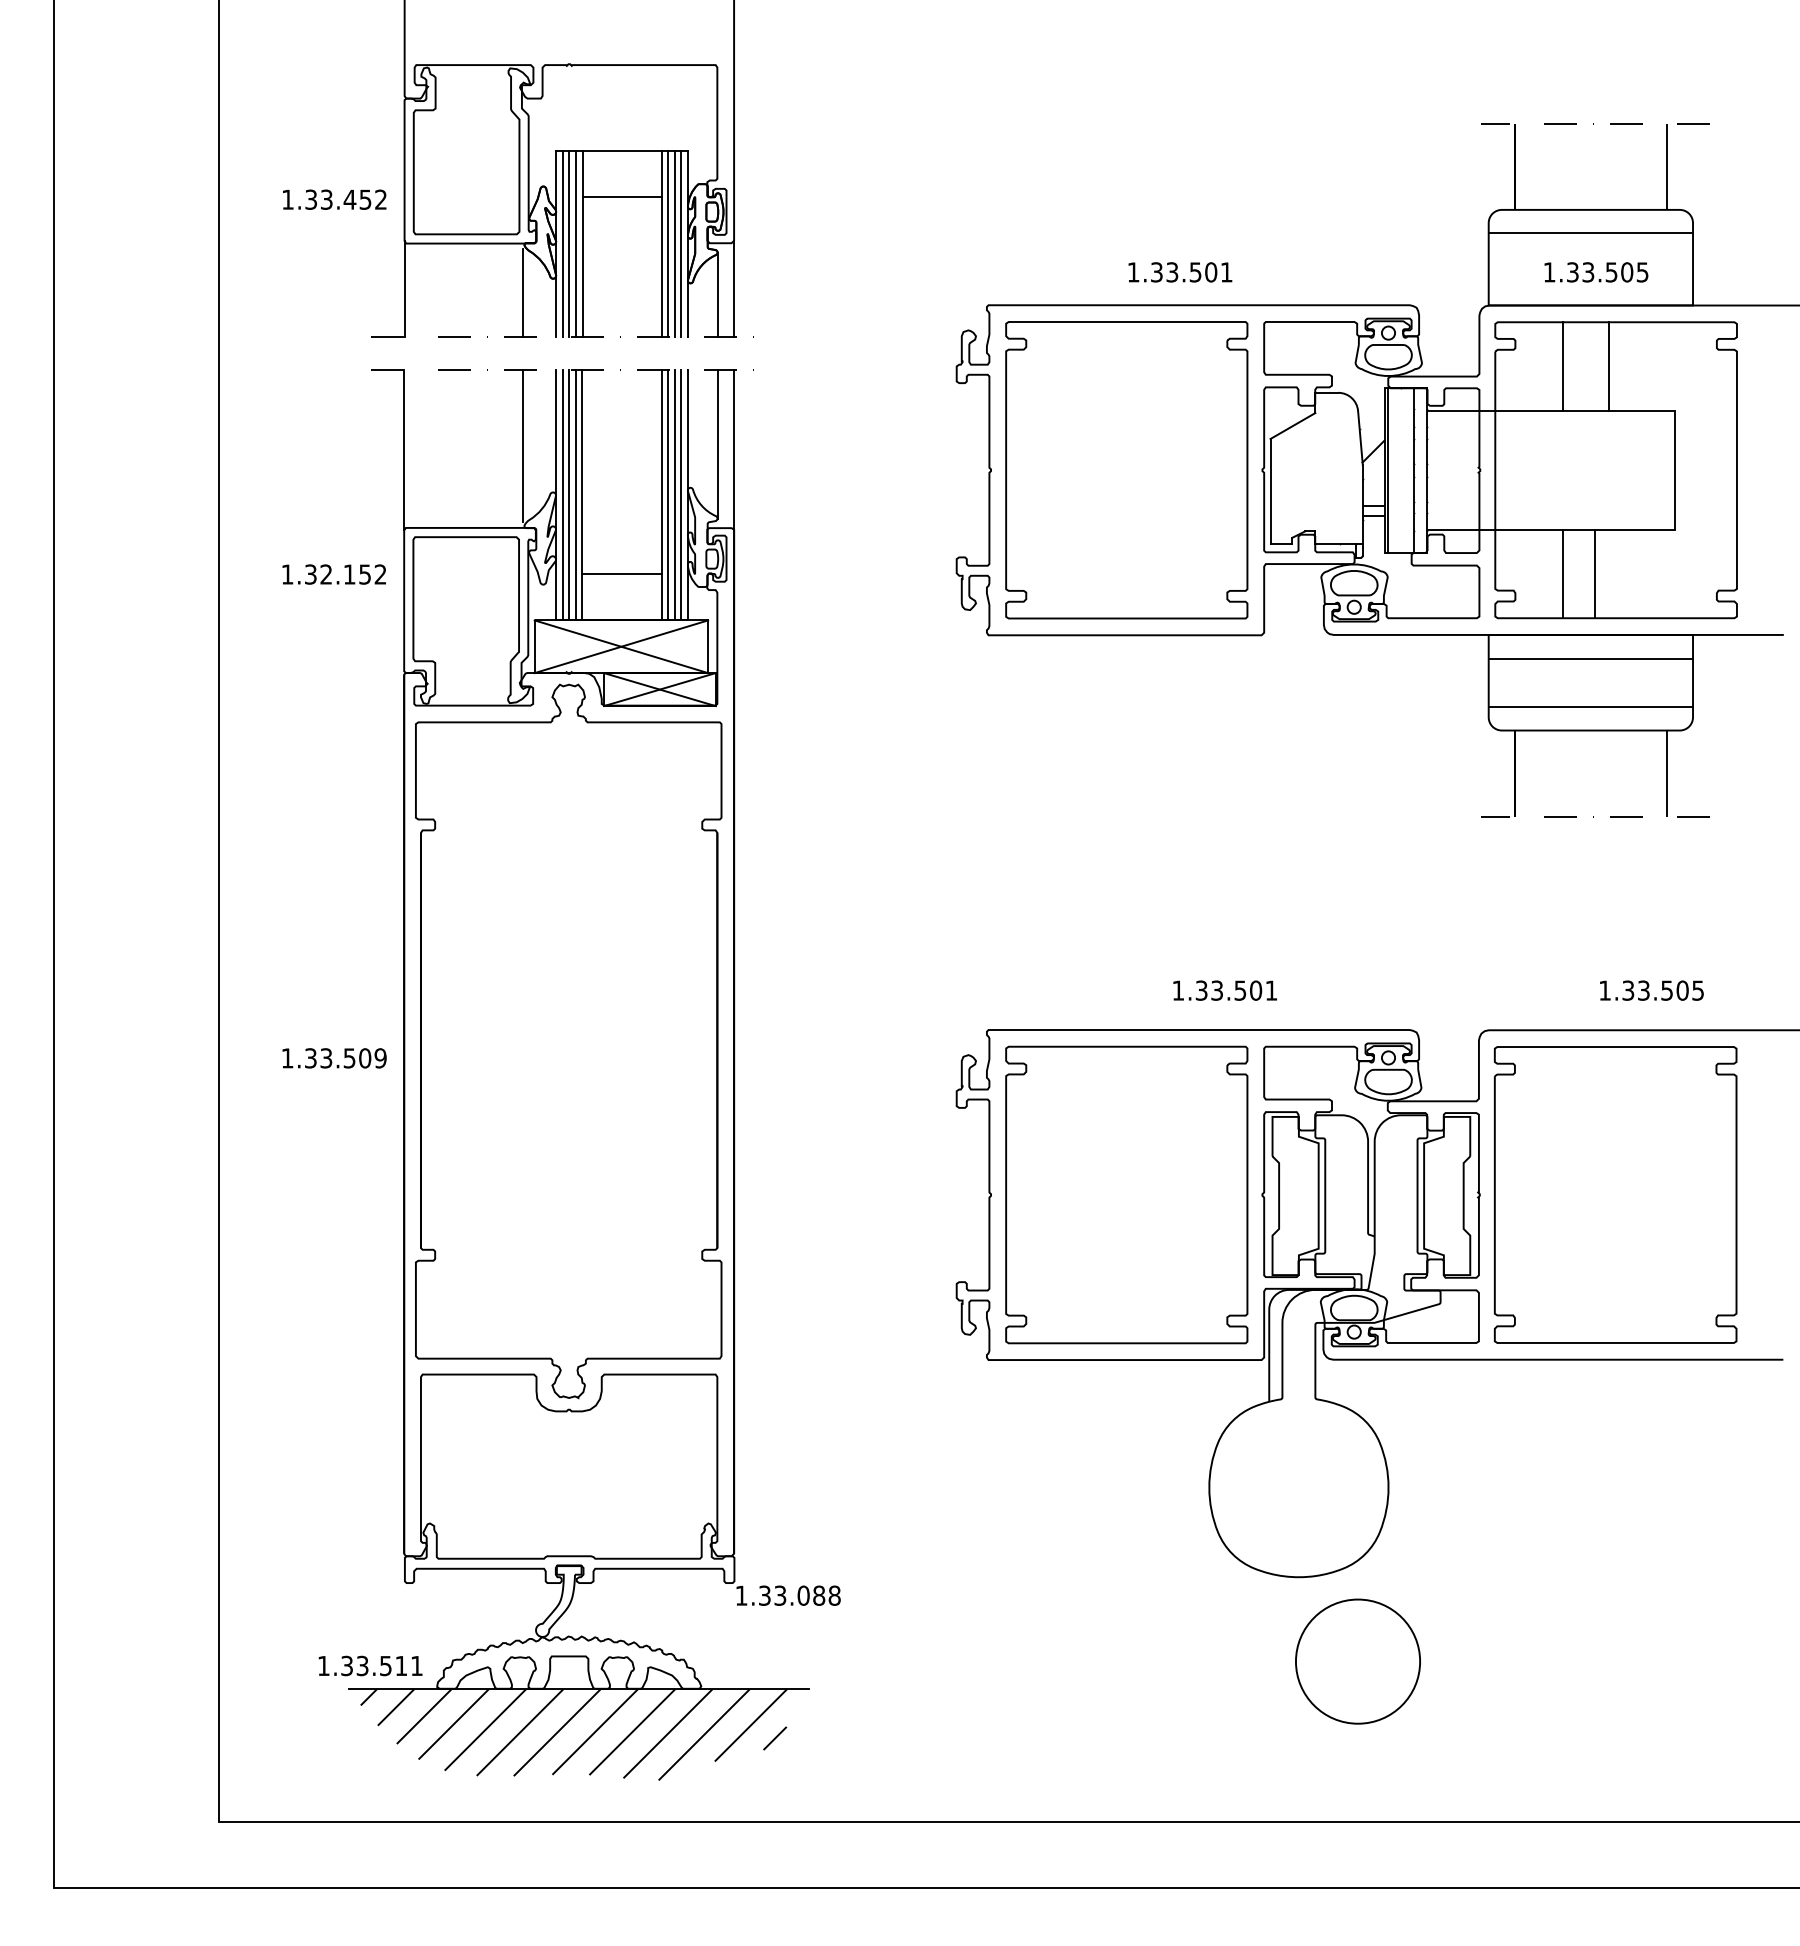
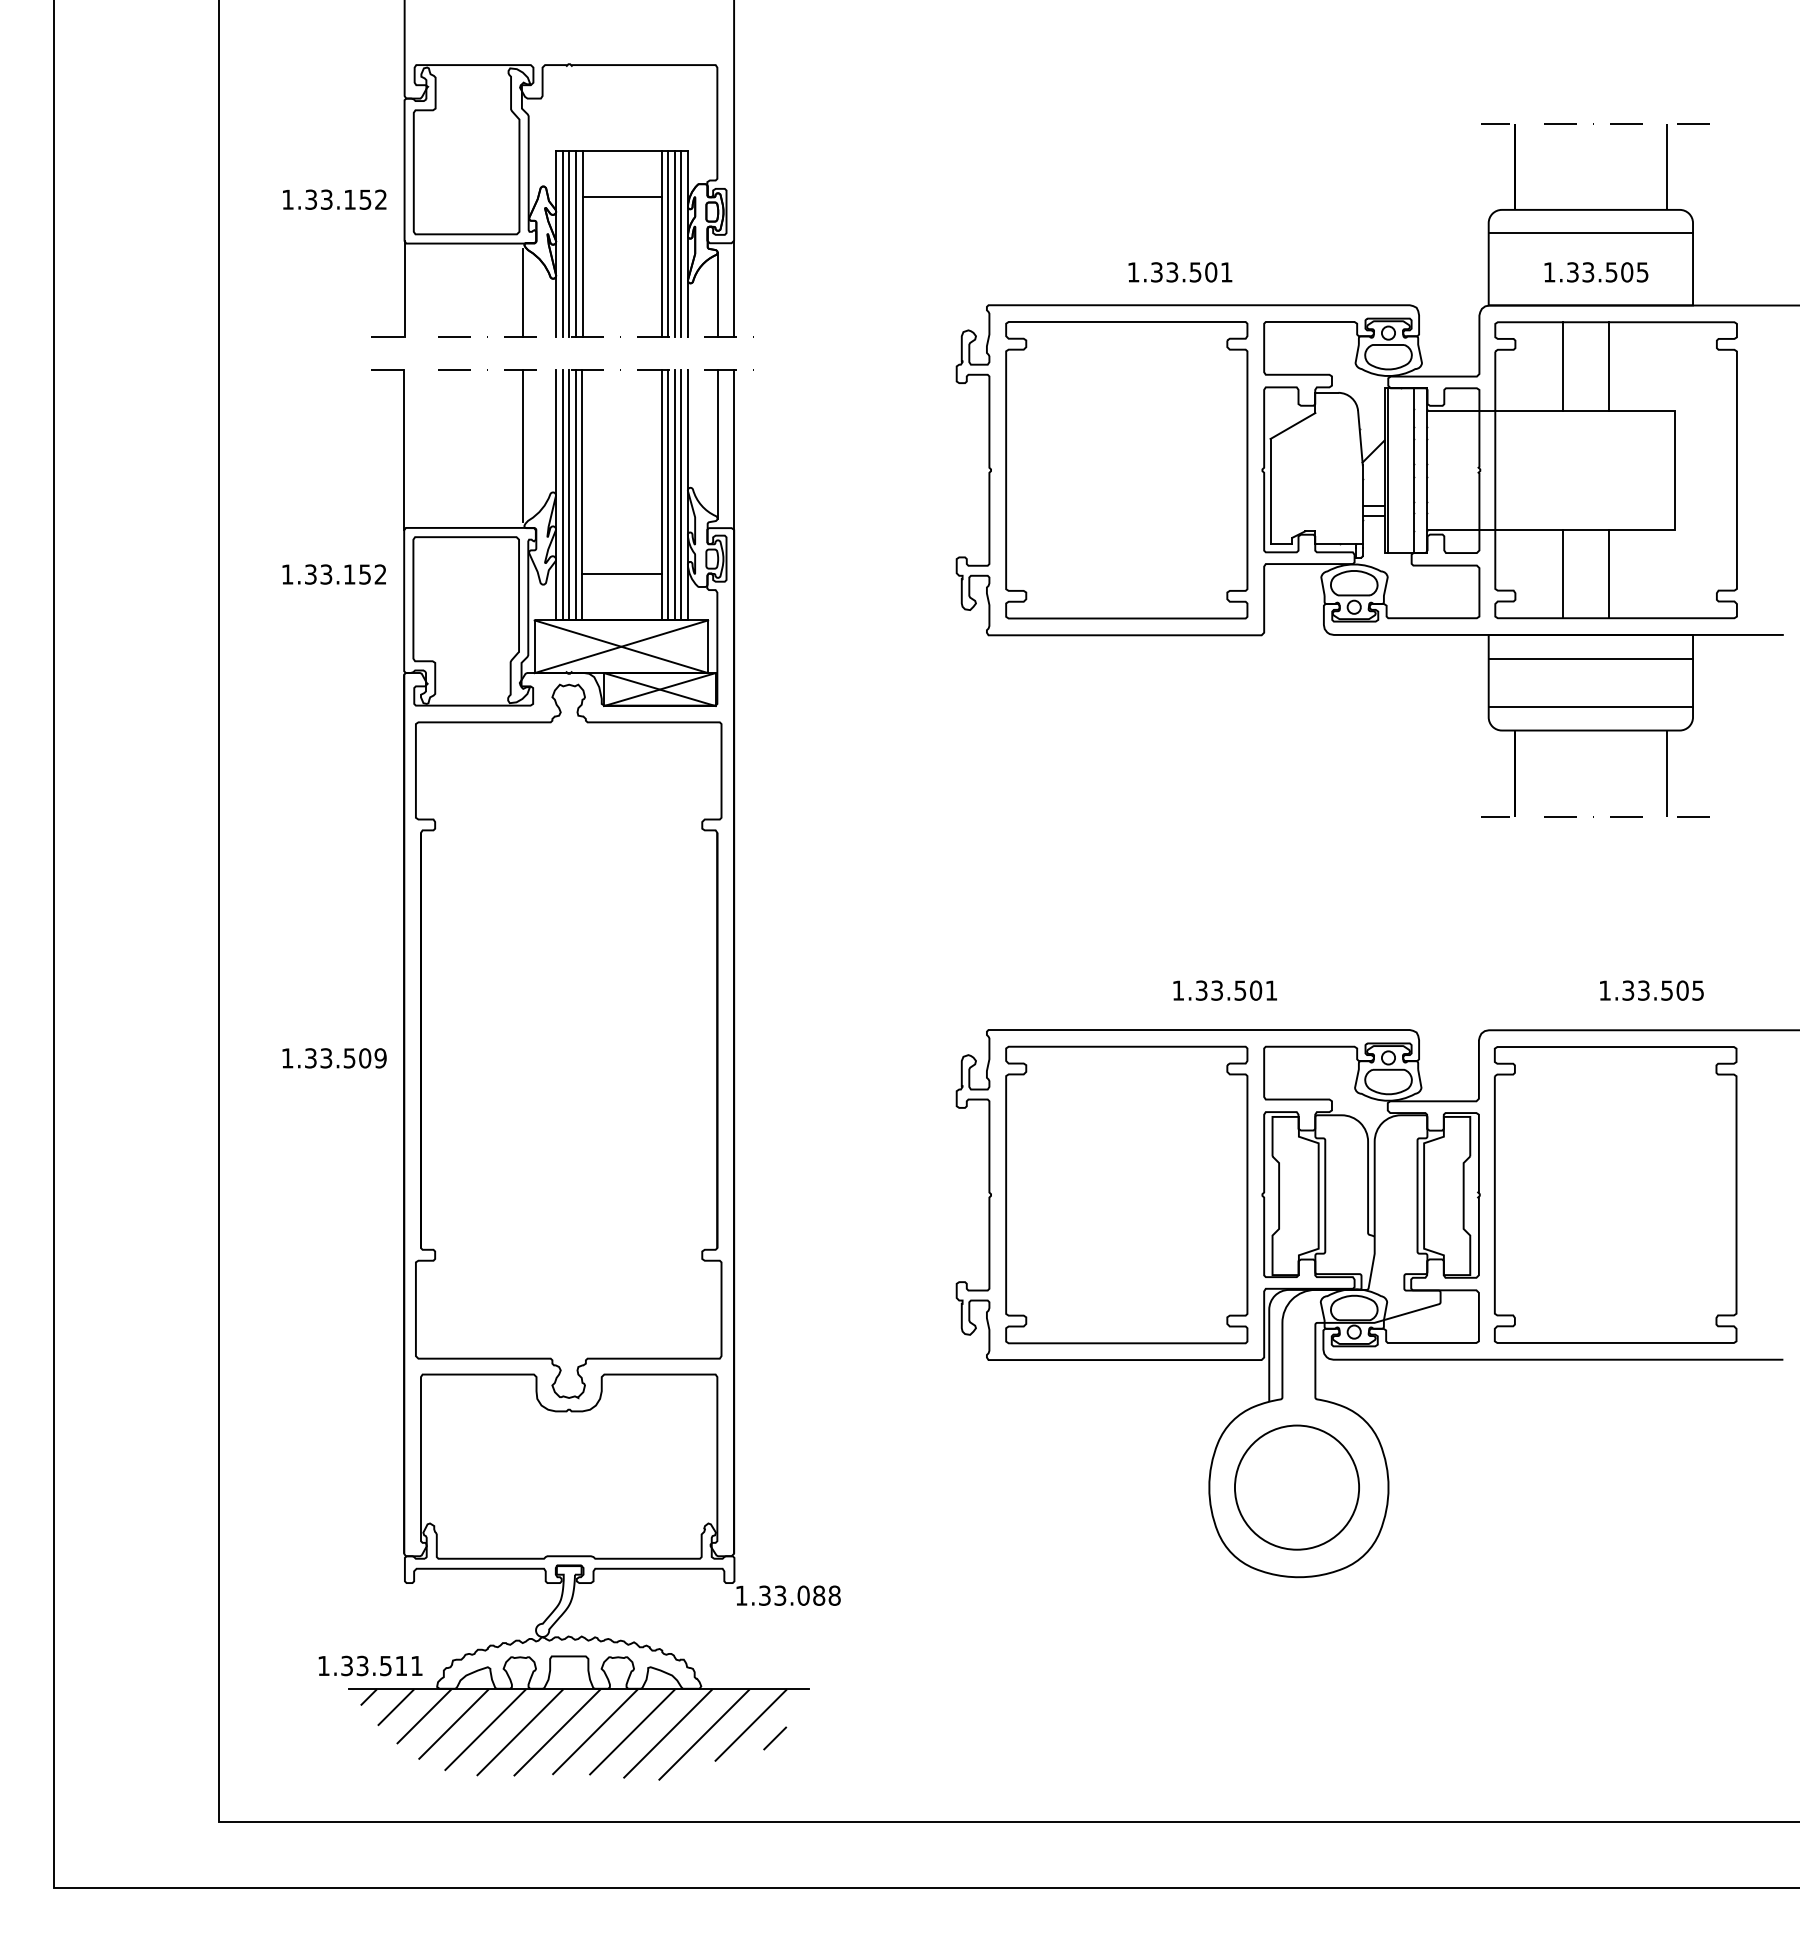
text at (349, 199): 1.33.452 -> 1.33.152
line at (1594, 573) position: (1594, 573) -> (1608, 573)
text at (326, 574): 1.32.152 -> 1.33.152
circle at (1357, 1661) position: (1357, 1661) -> (1296, 1487)
